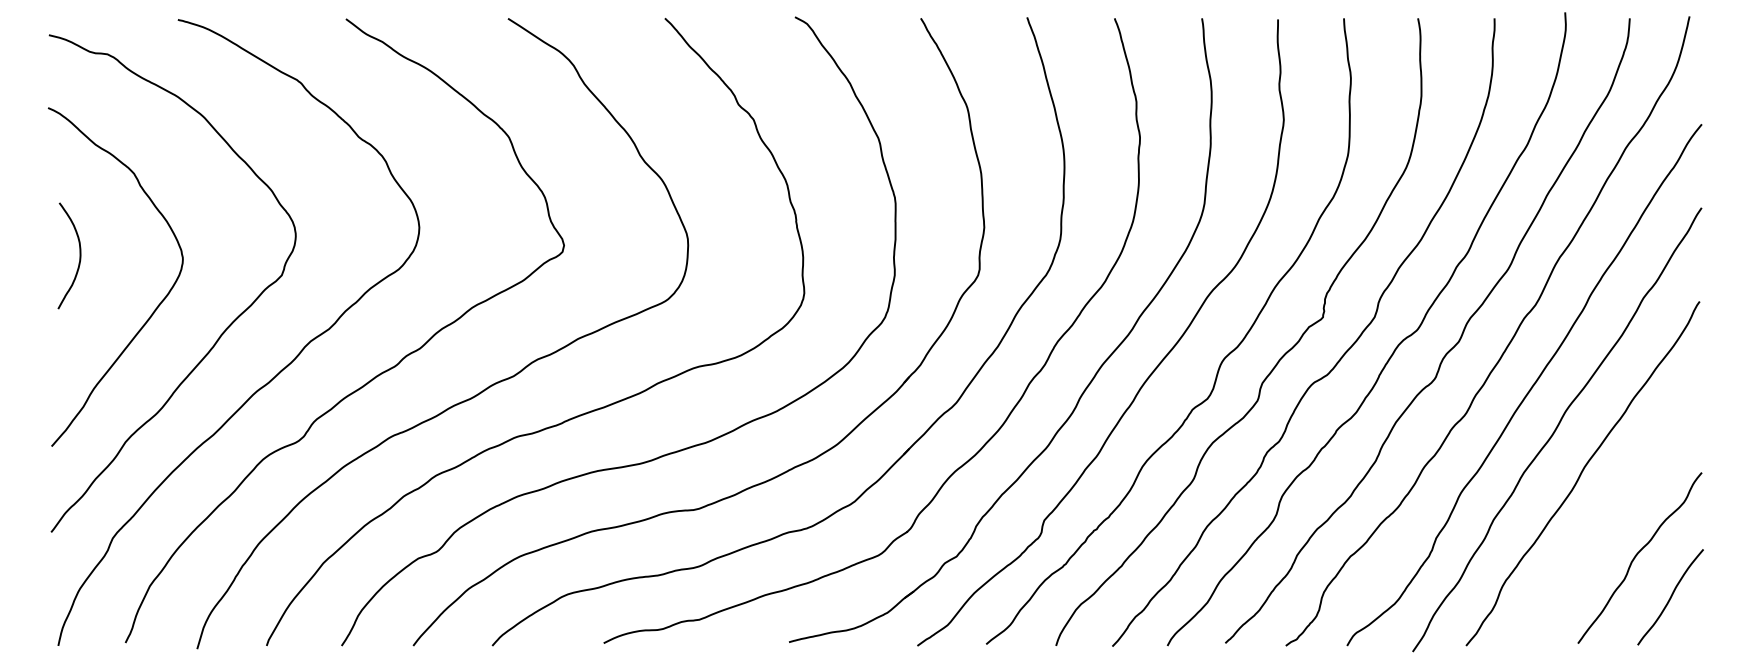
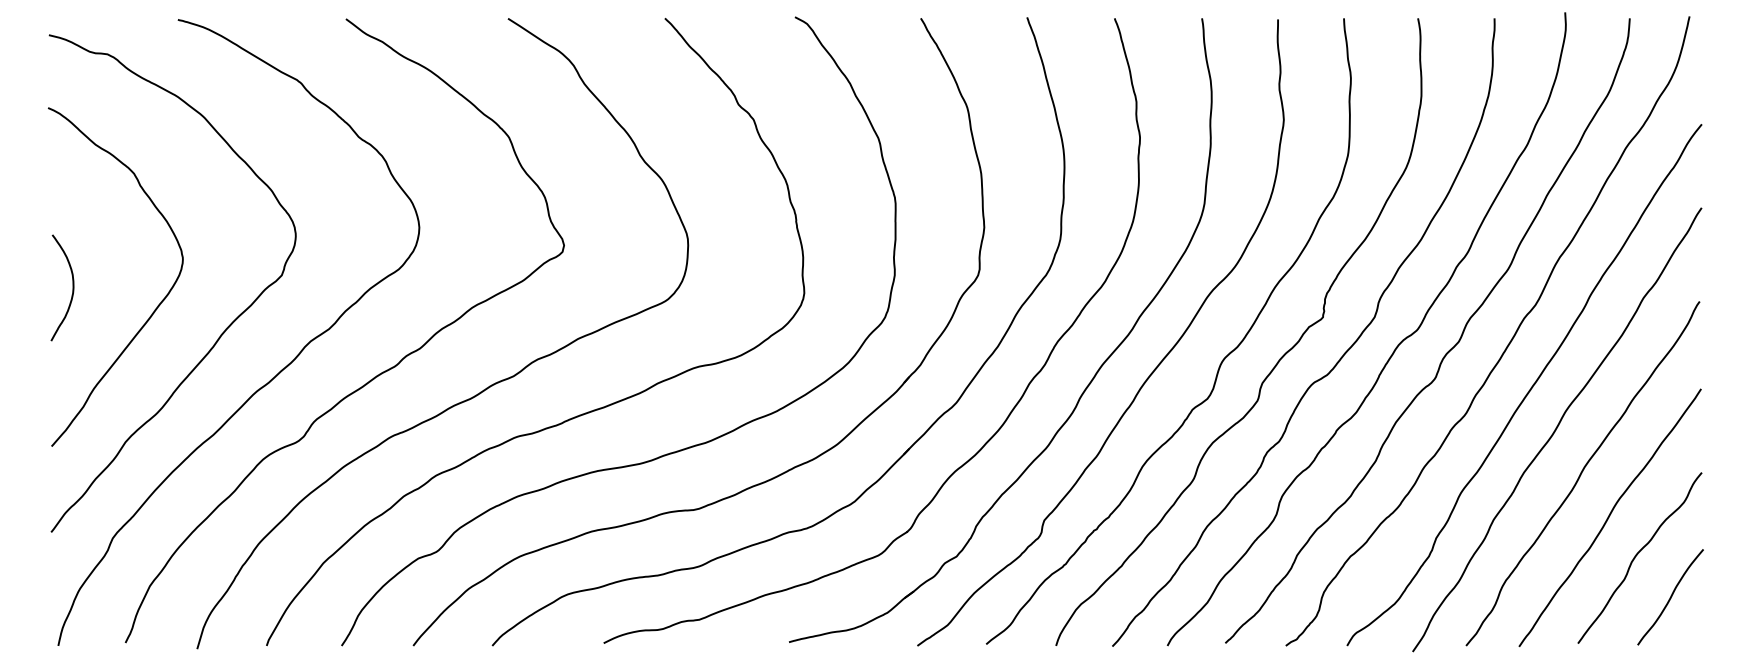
curve at (79, 255) position: (79, 255) -> (72, 287)
curve at (1609, 517): none -> present
